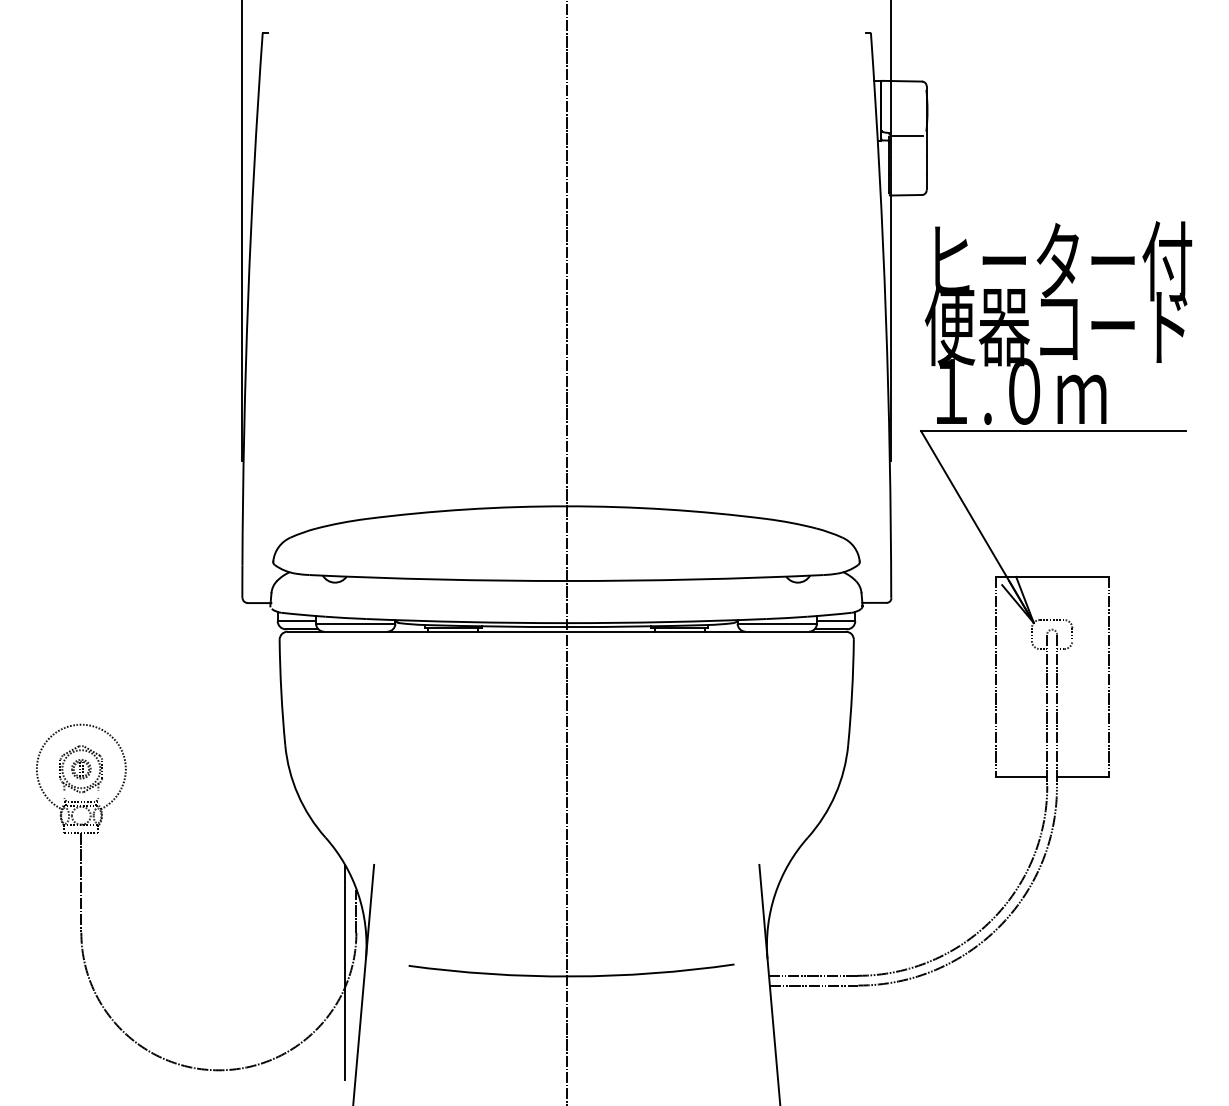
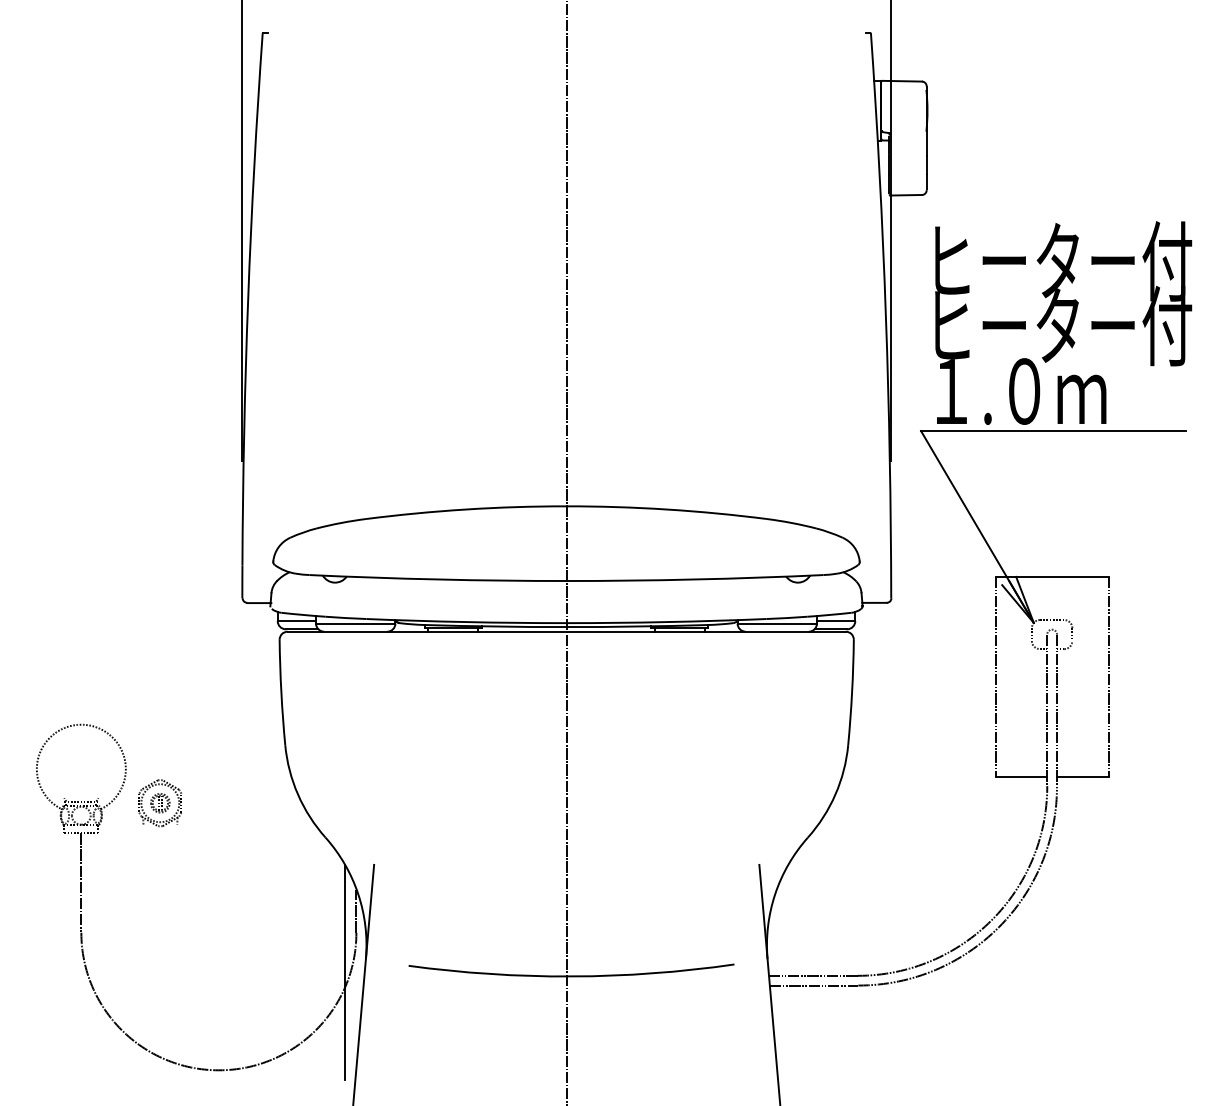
line at (908, 135): present -> none
text at (1058, 325): 便器コード -> ヒーター付
part at (80, 769) position: (80, 769) -> (159, 803)
